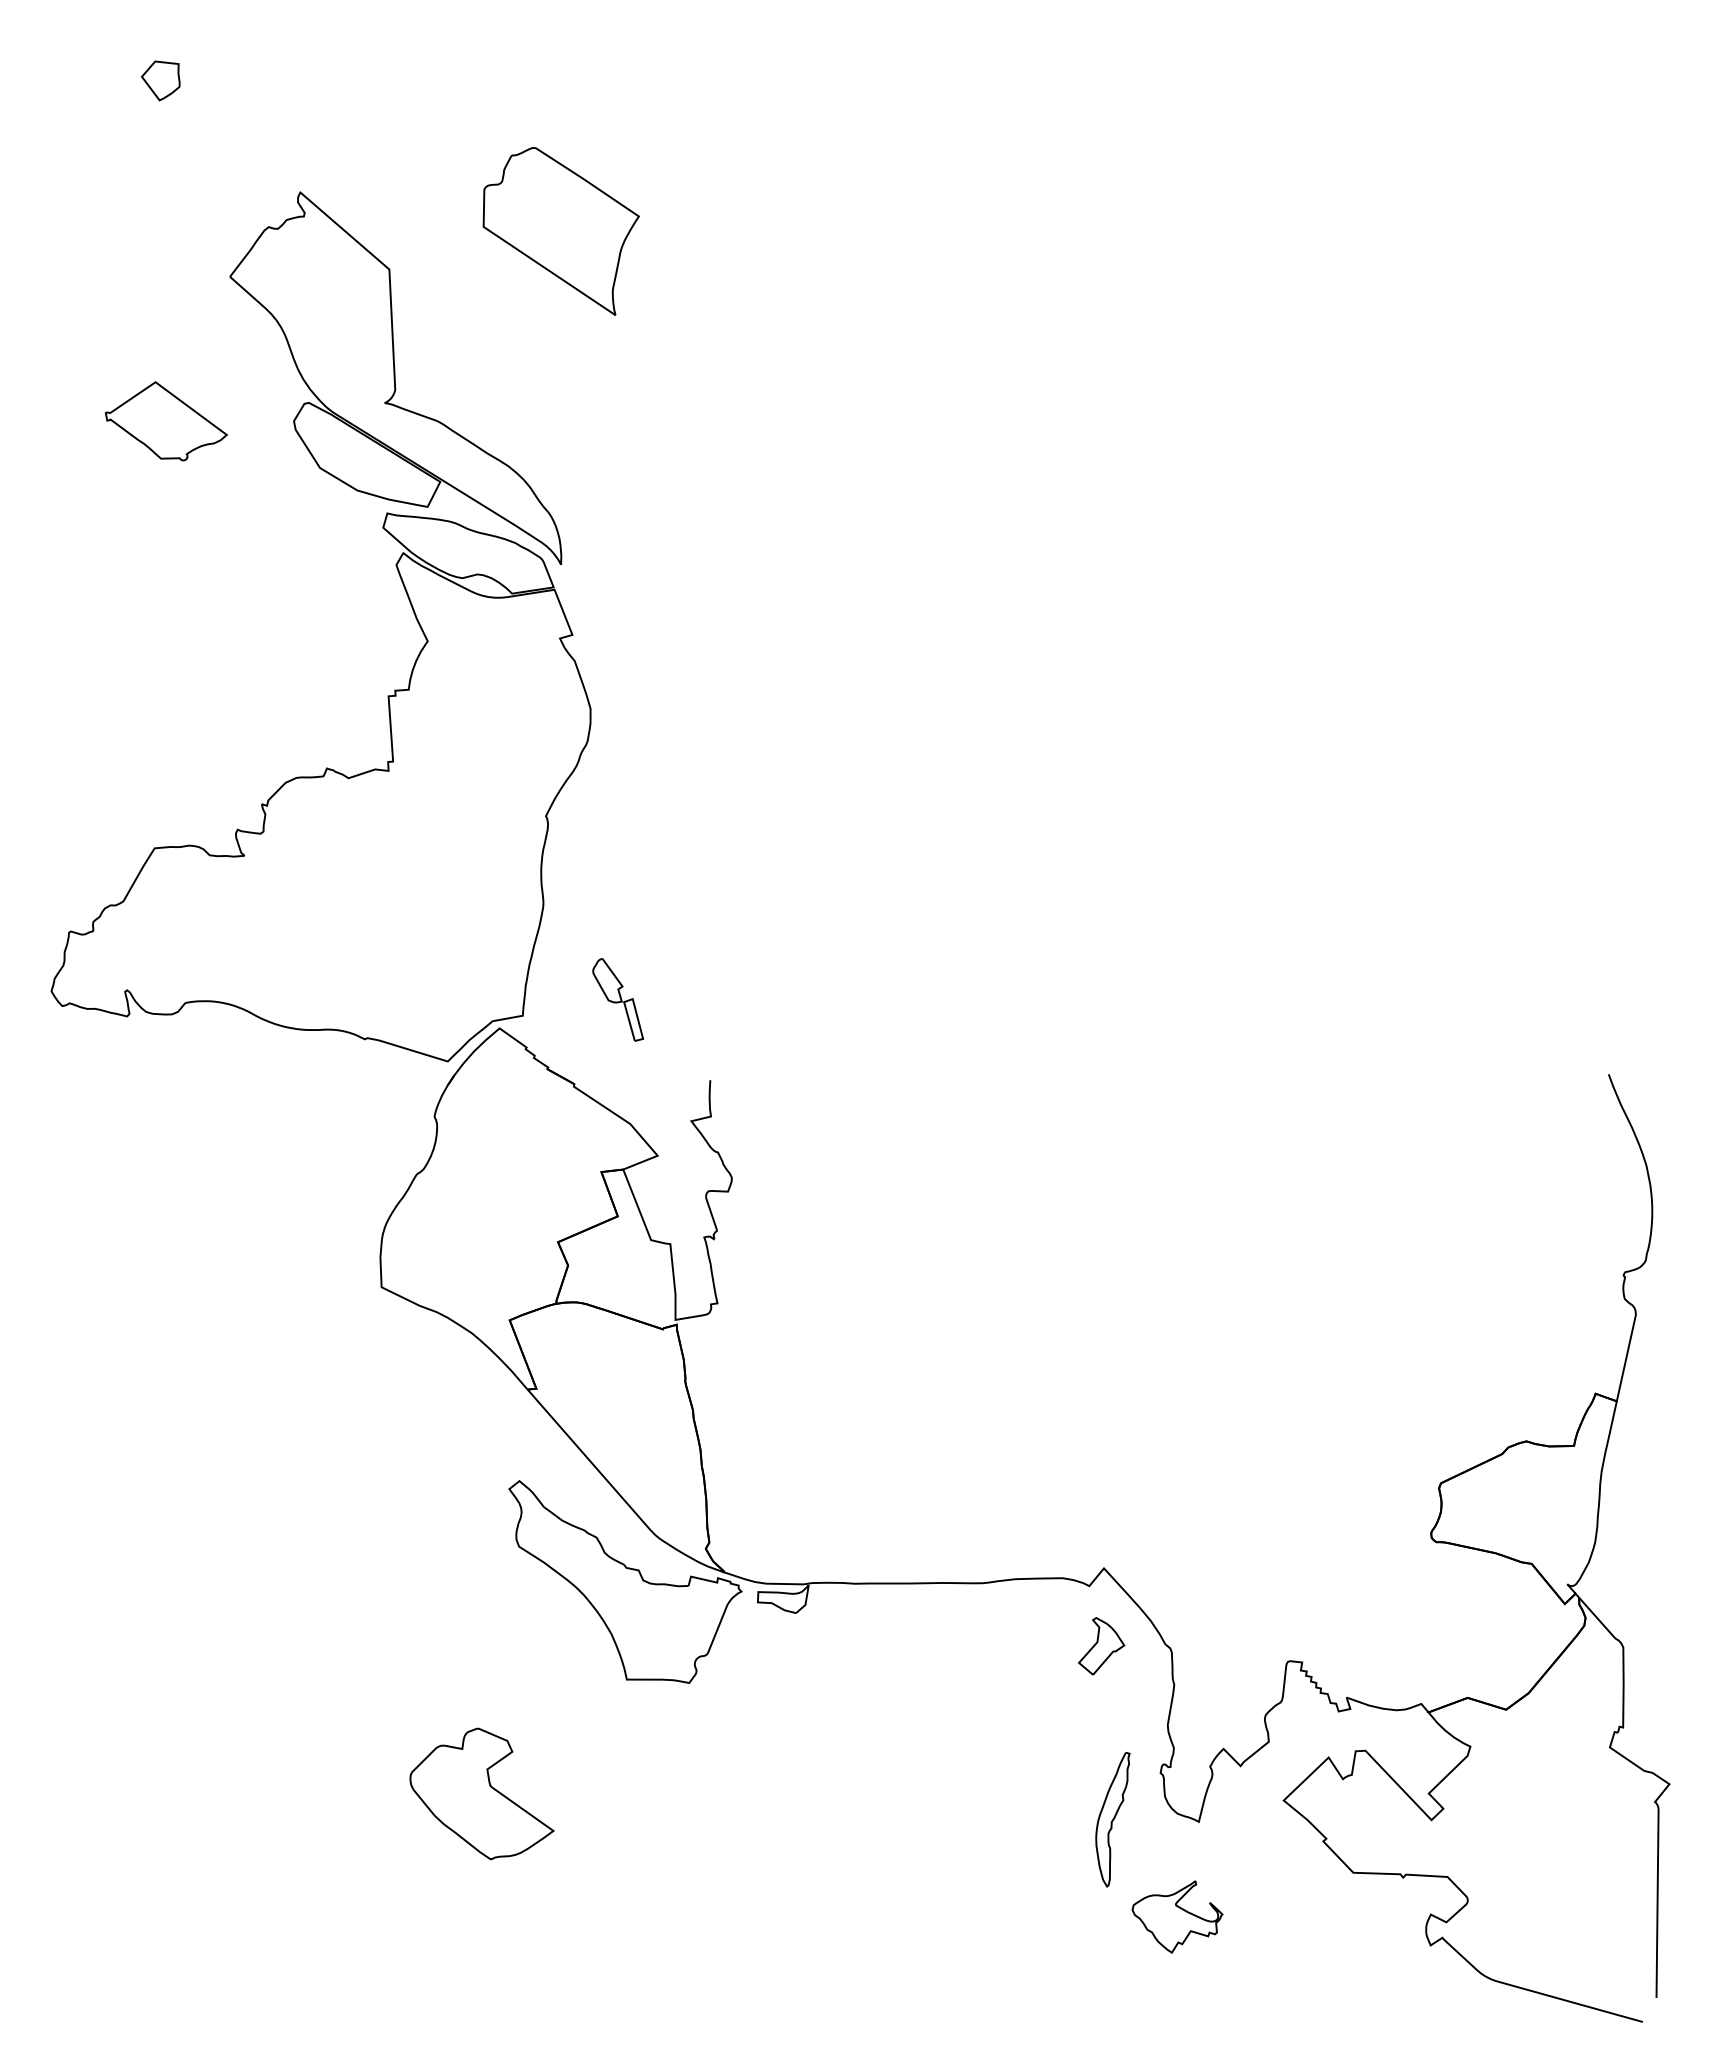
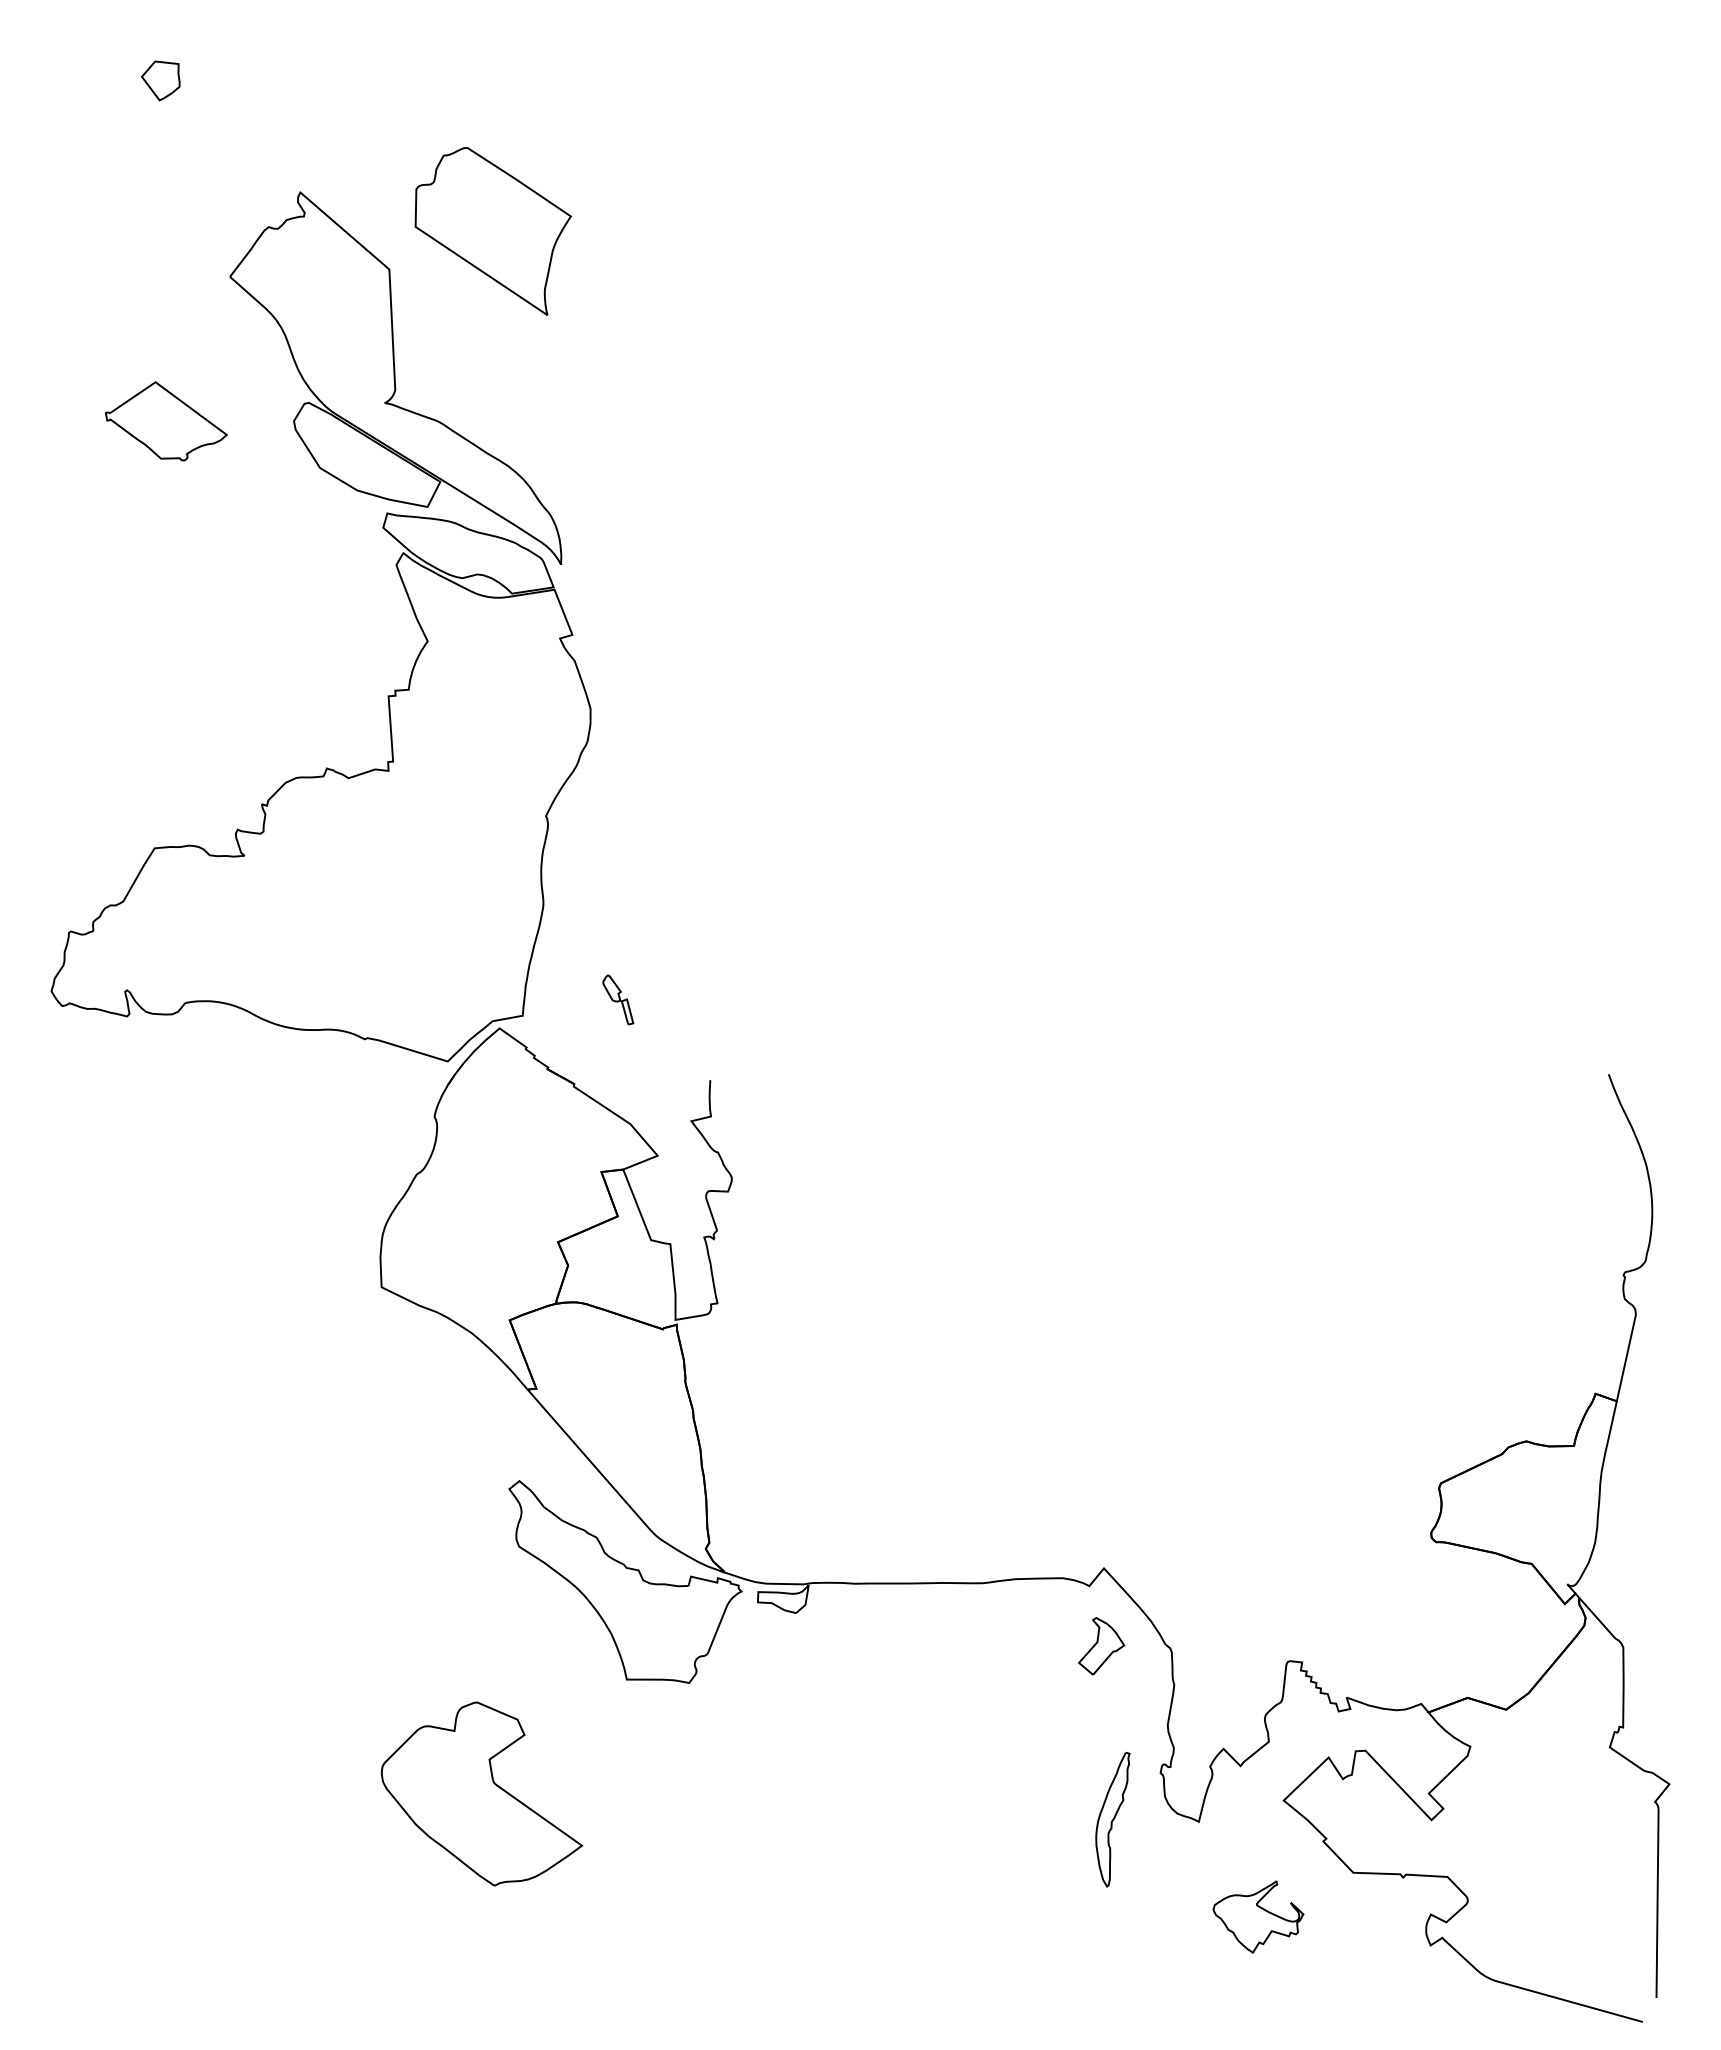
part at (560, 231) position: (560, 231) -> (492, 231)
part at (618, 999) size: 53x84 px -> 33x52 px
part at (481, 1793) size: 146x134 px -> 204x186 px
part at (1177, 1916) position: (1177, 1916) -> (1258, 1916)
